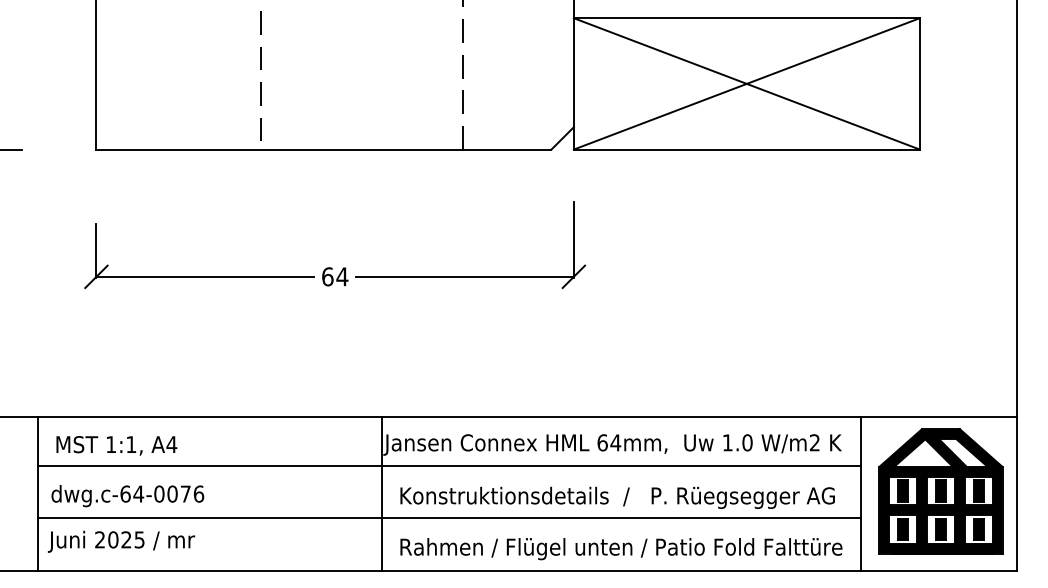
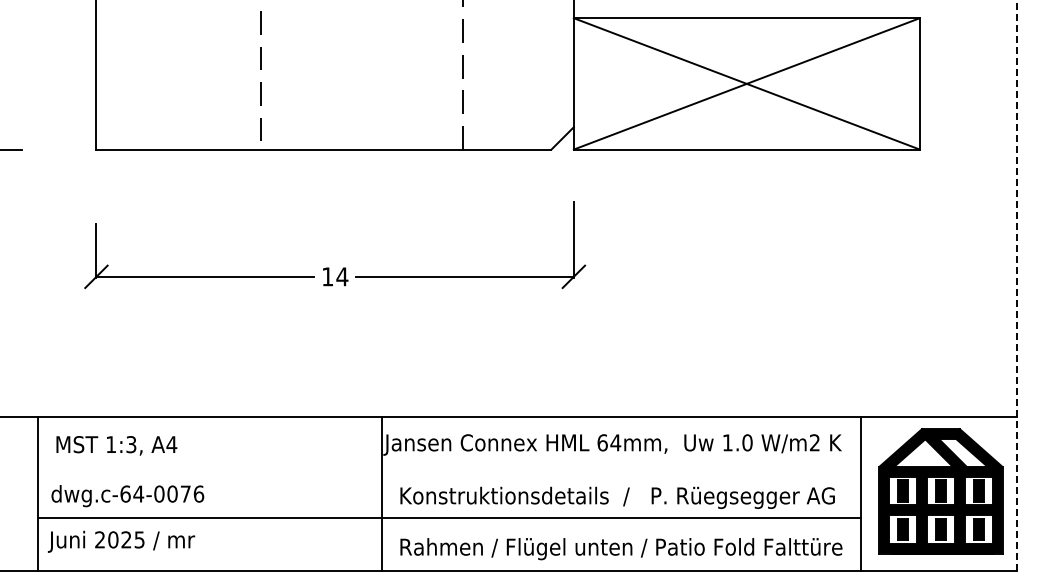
text at (327, 276): 64 -> 14
line at (1016, 285): solid -> dashed
text at (131, 444): 1:1, -> 1:3,
line at (449, 466): present -> none
